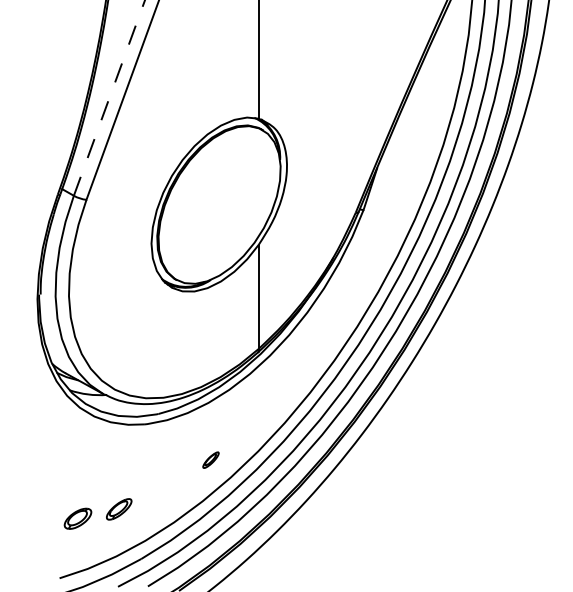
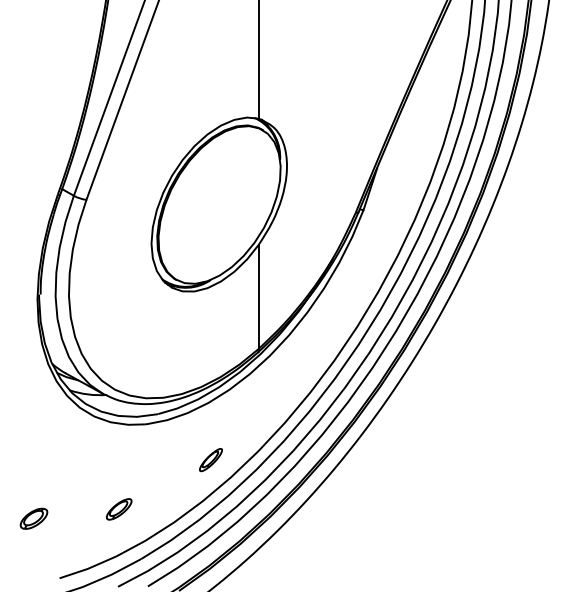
line at (109, 98): dashed -> solid
part at (210, 459) size: 18x18 px -> 24x25 px
part at (77, 518) position: (77, 518) -> (33, 518)
